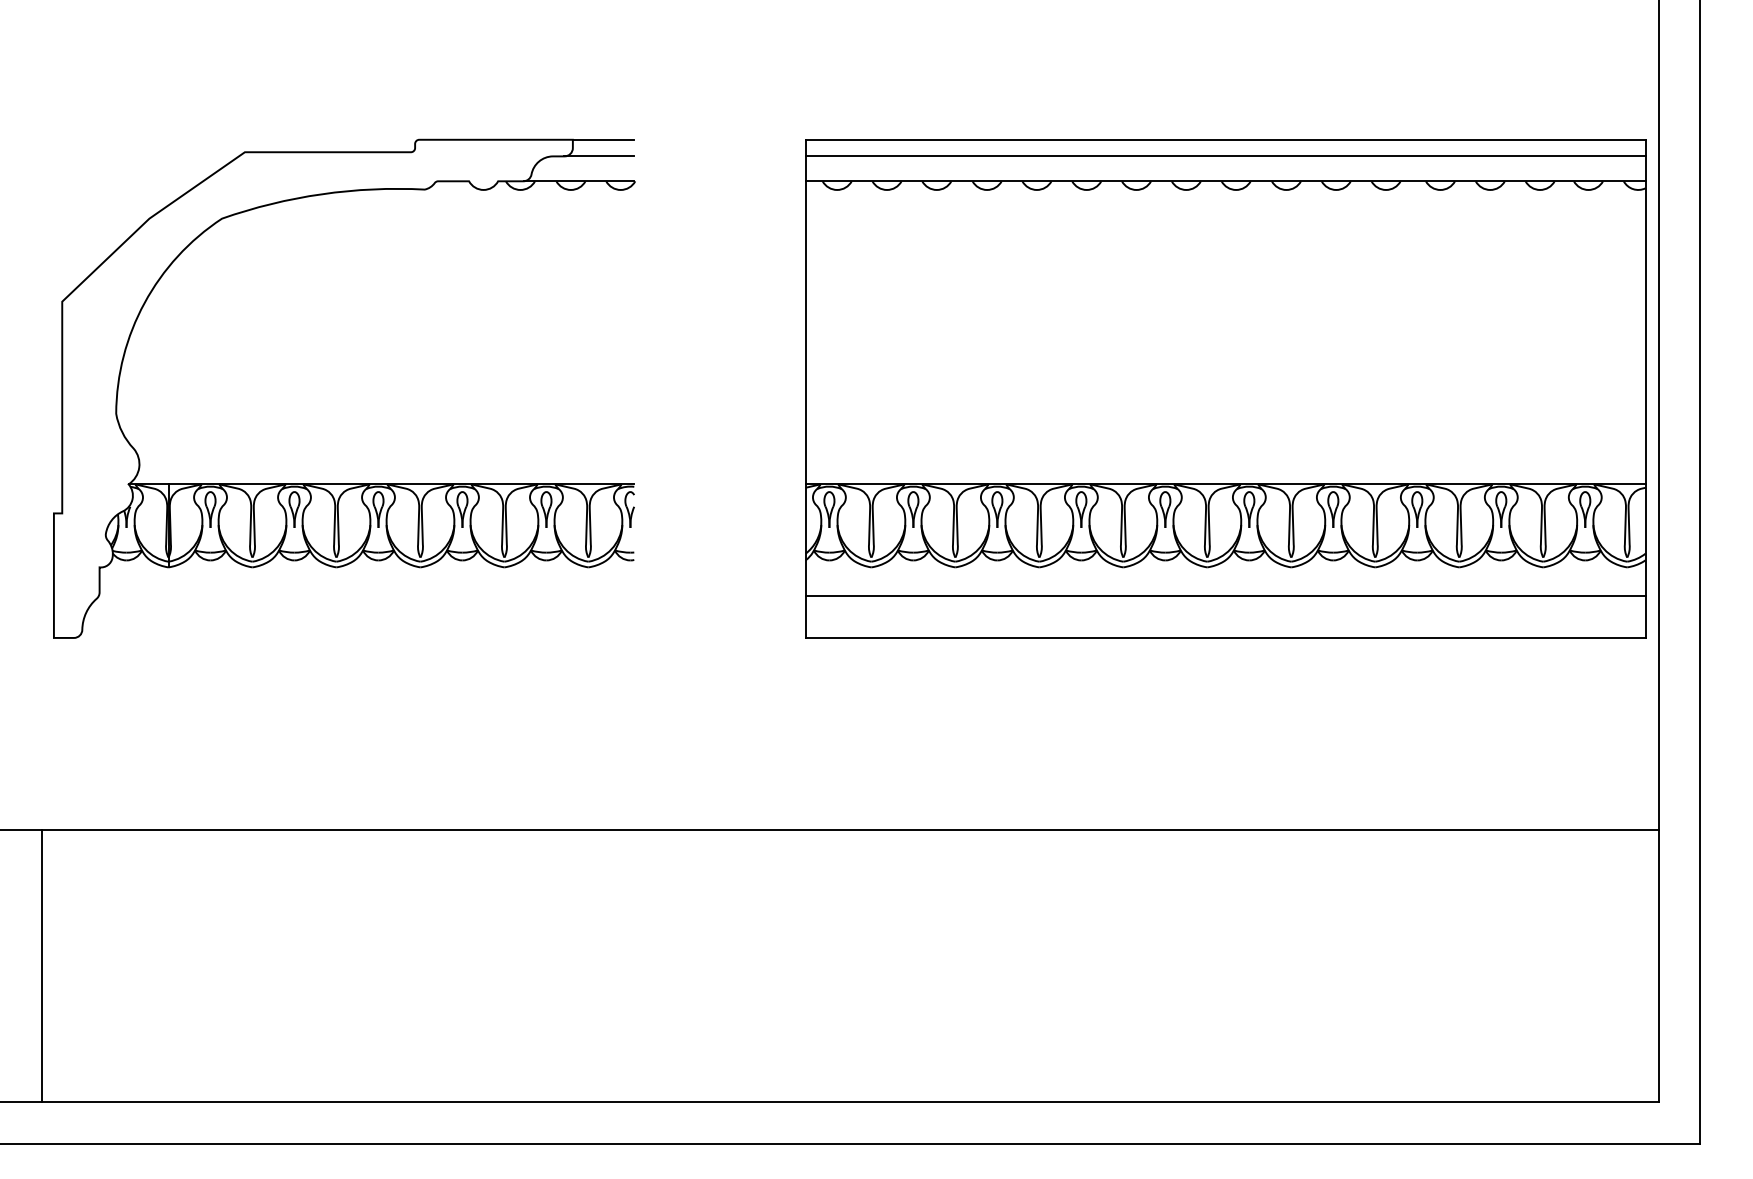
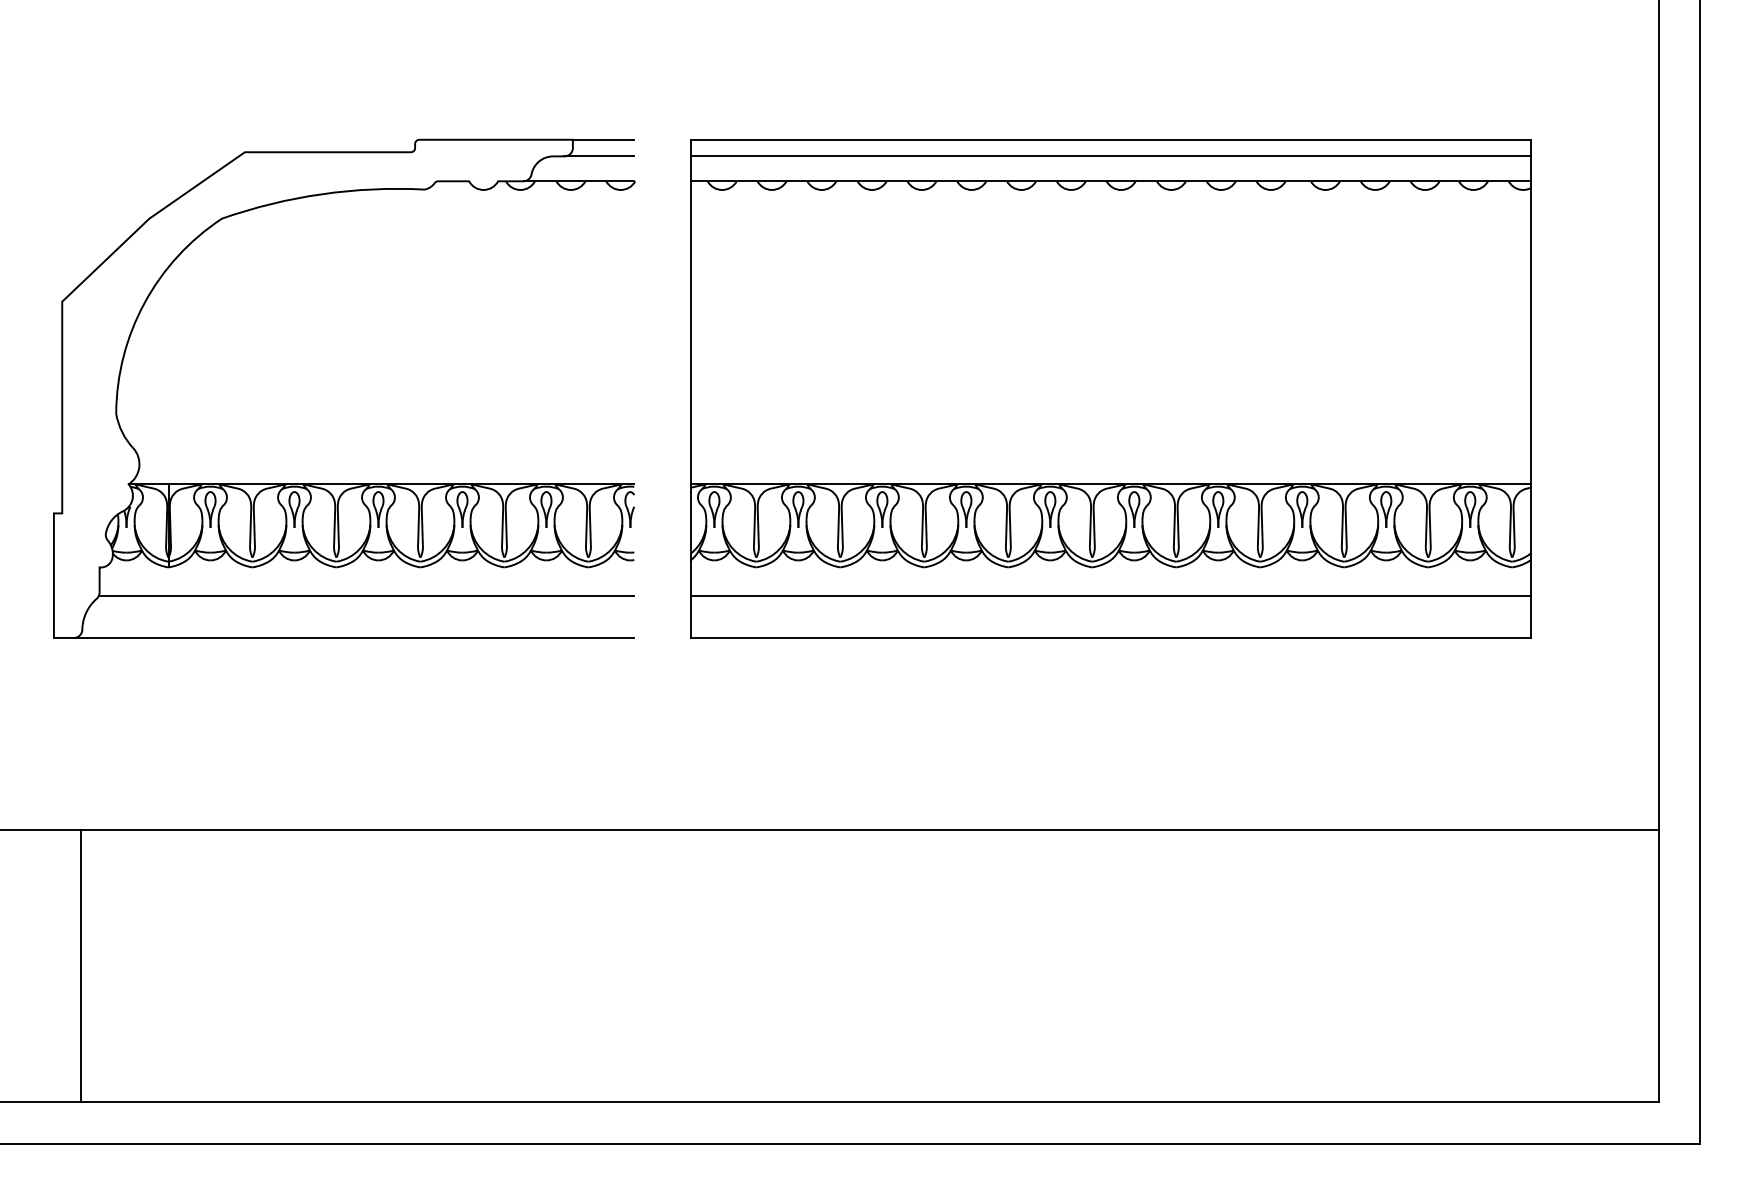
part at (1225, 388) position: (1225, 388) -> (1110, 388)
line at (366, 595): none -> present
line at (354, 637): none -> present
line at (42, 965) position: (42, 965) -> (81, 965)
